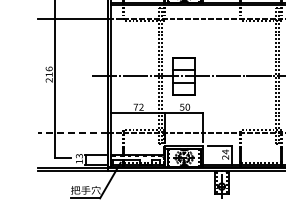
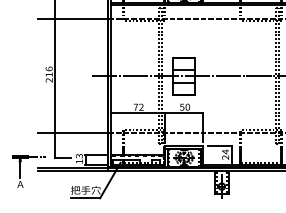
line at (73, 132): dashed -> solid
part at (20, 171): none -> present
